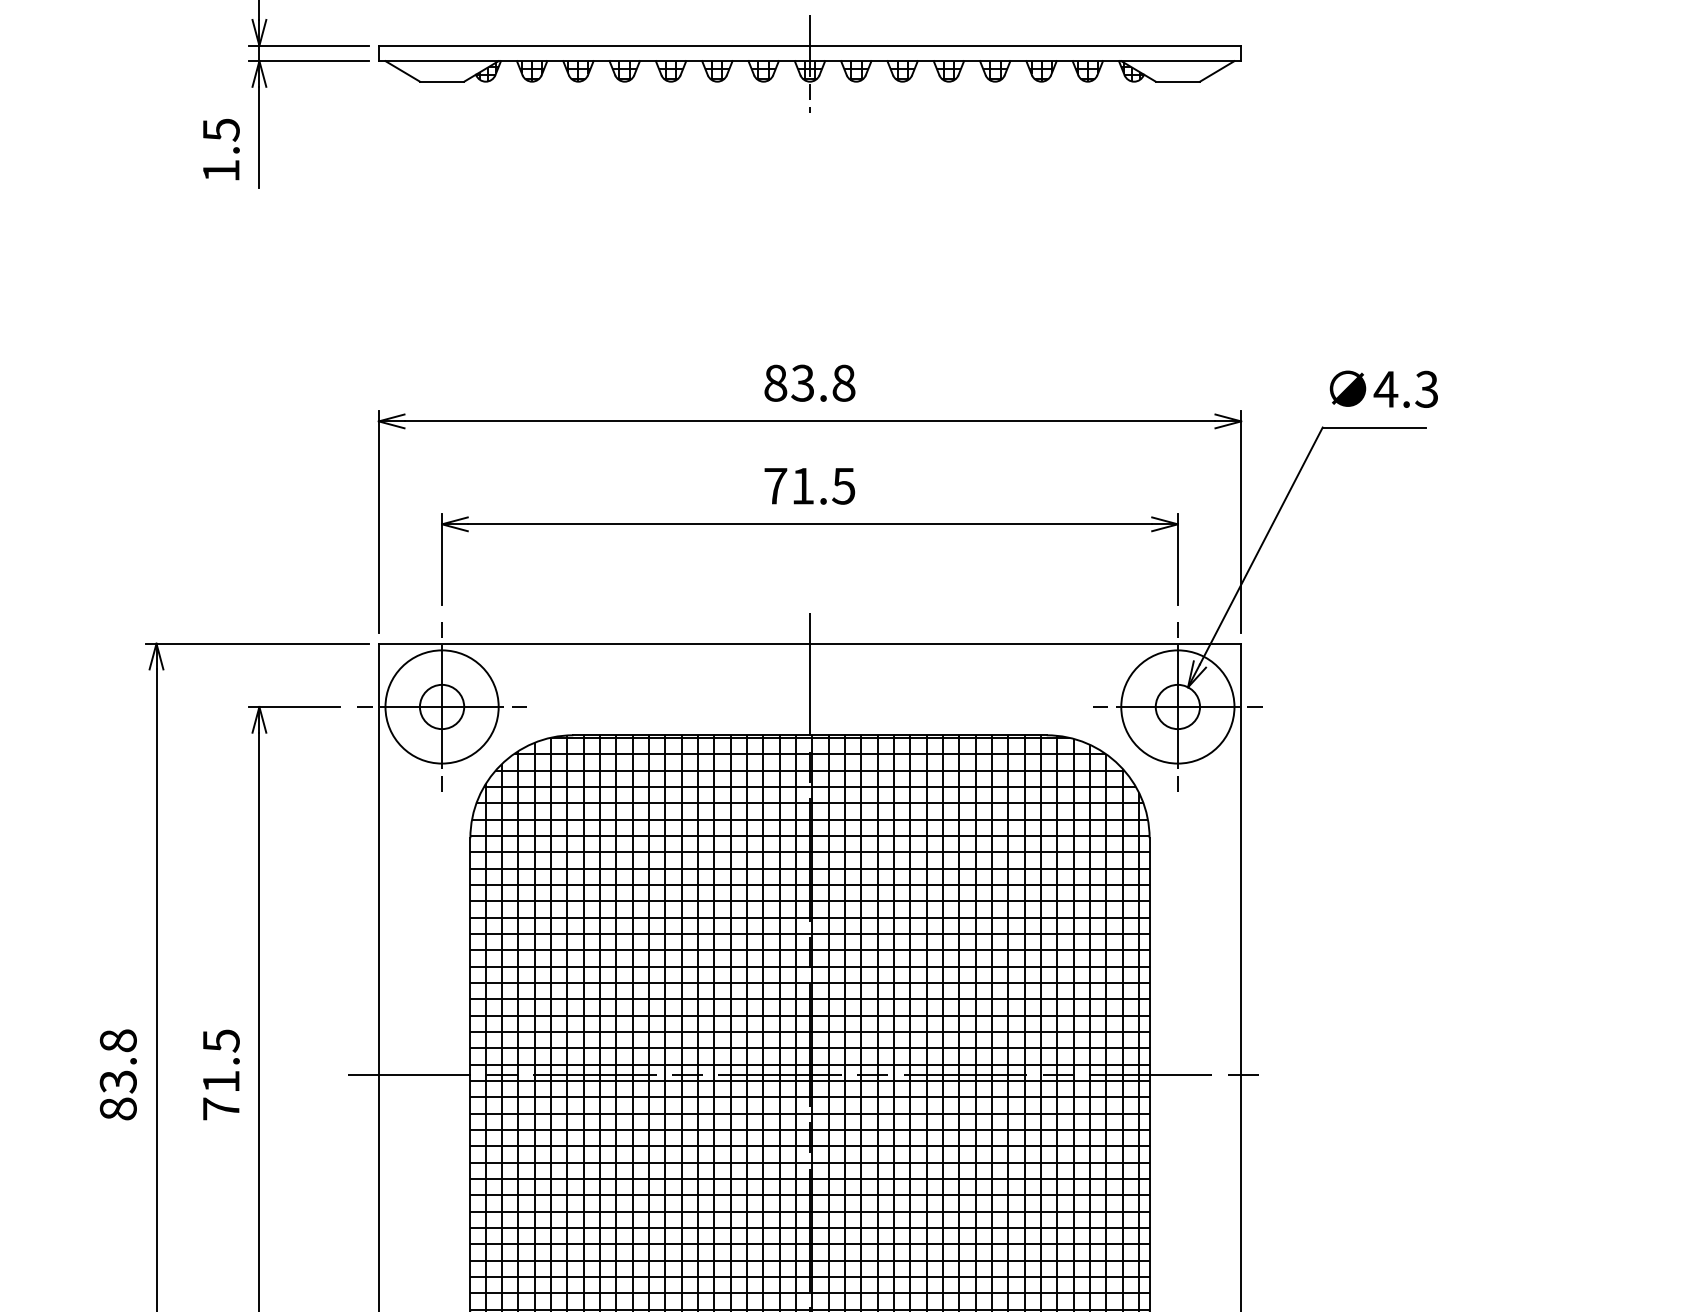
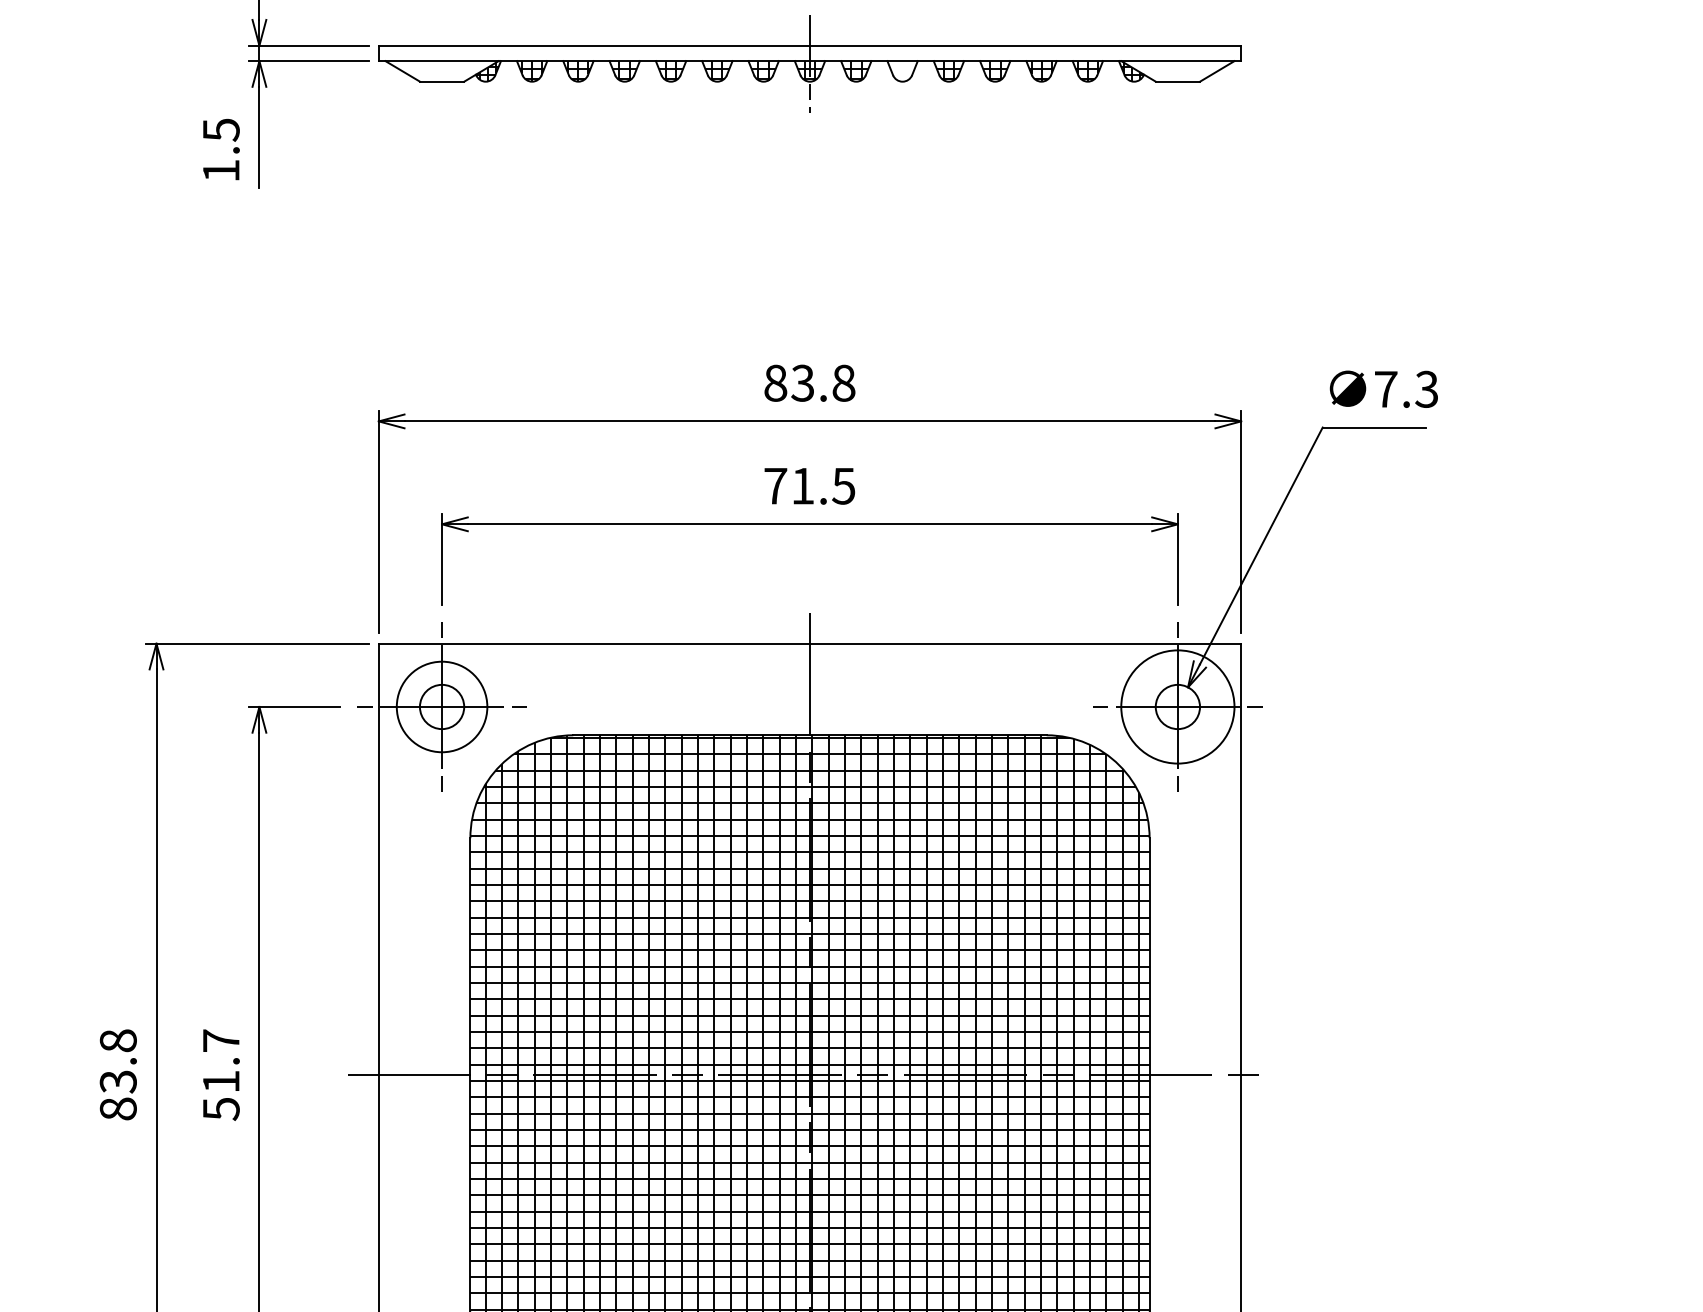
hatch at (900, 70): present -> none
text at (1385, 389): 4.3 -> 7.3
circle at (441, 706) diameter: 113 px -> 91 px
text at (221, 1074): 71.5 -> 51.7
